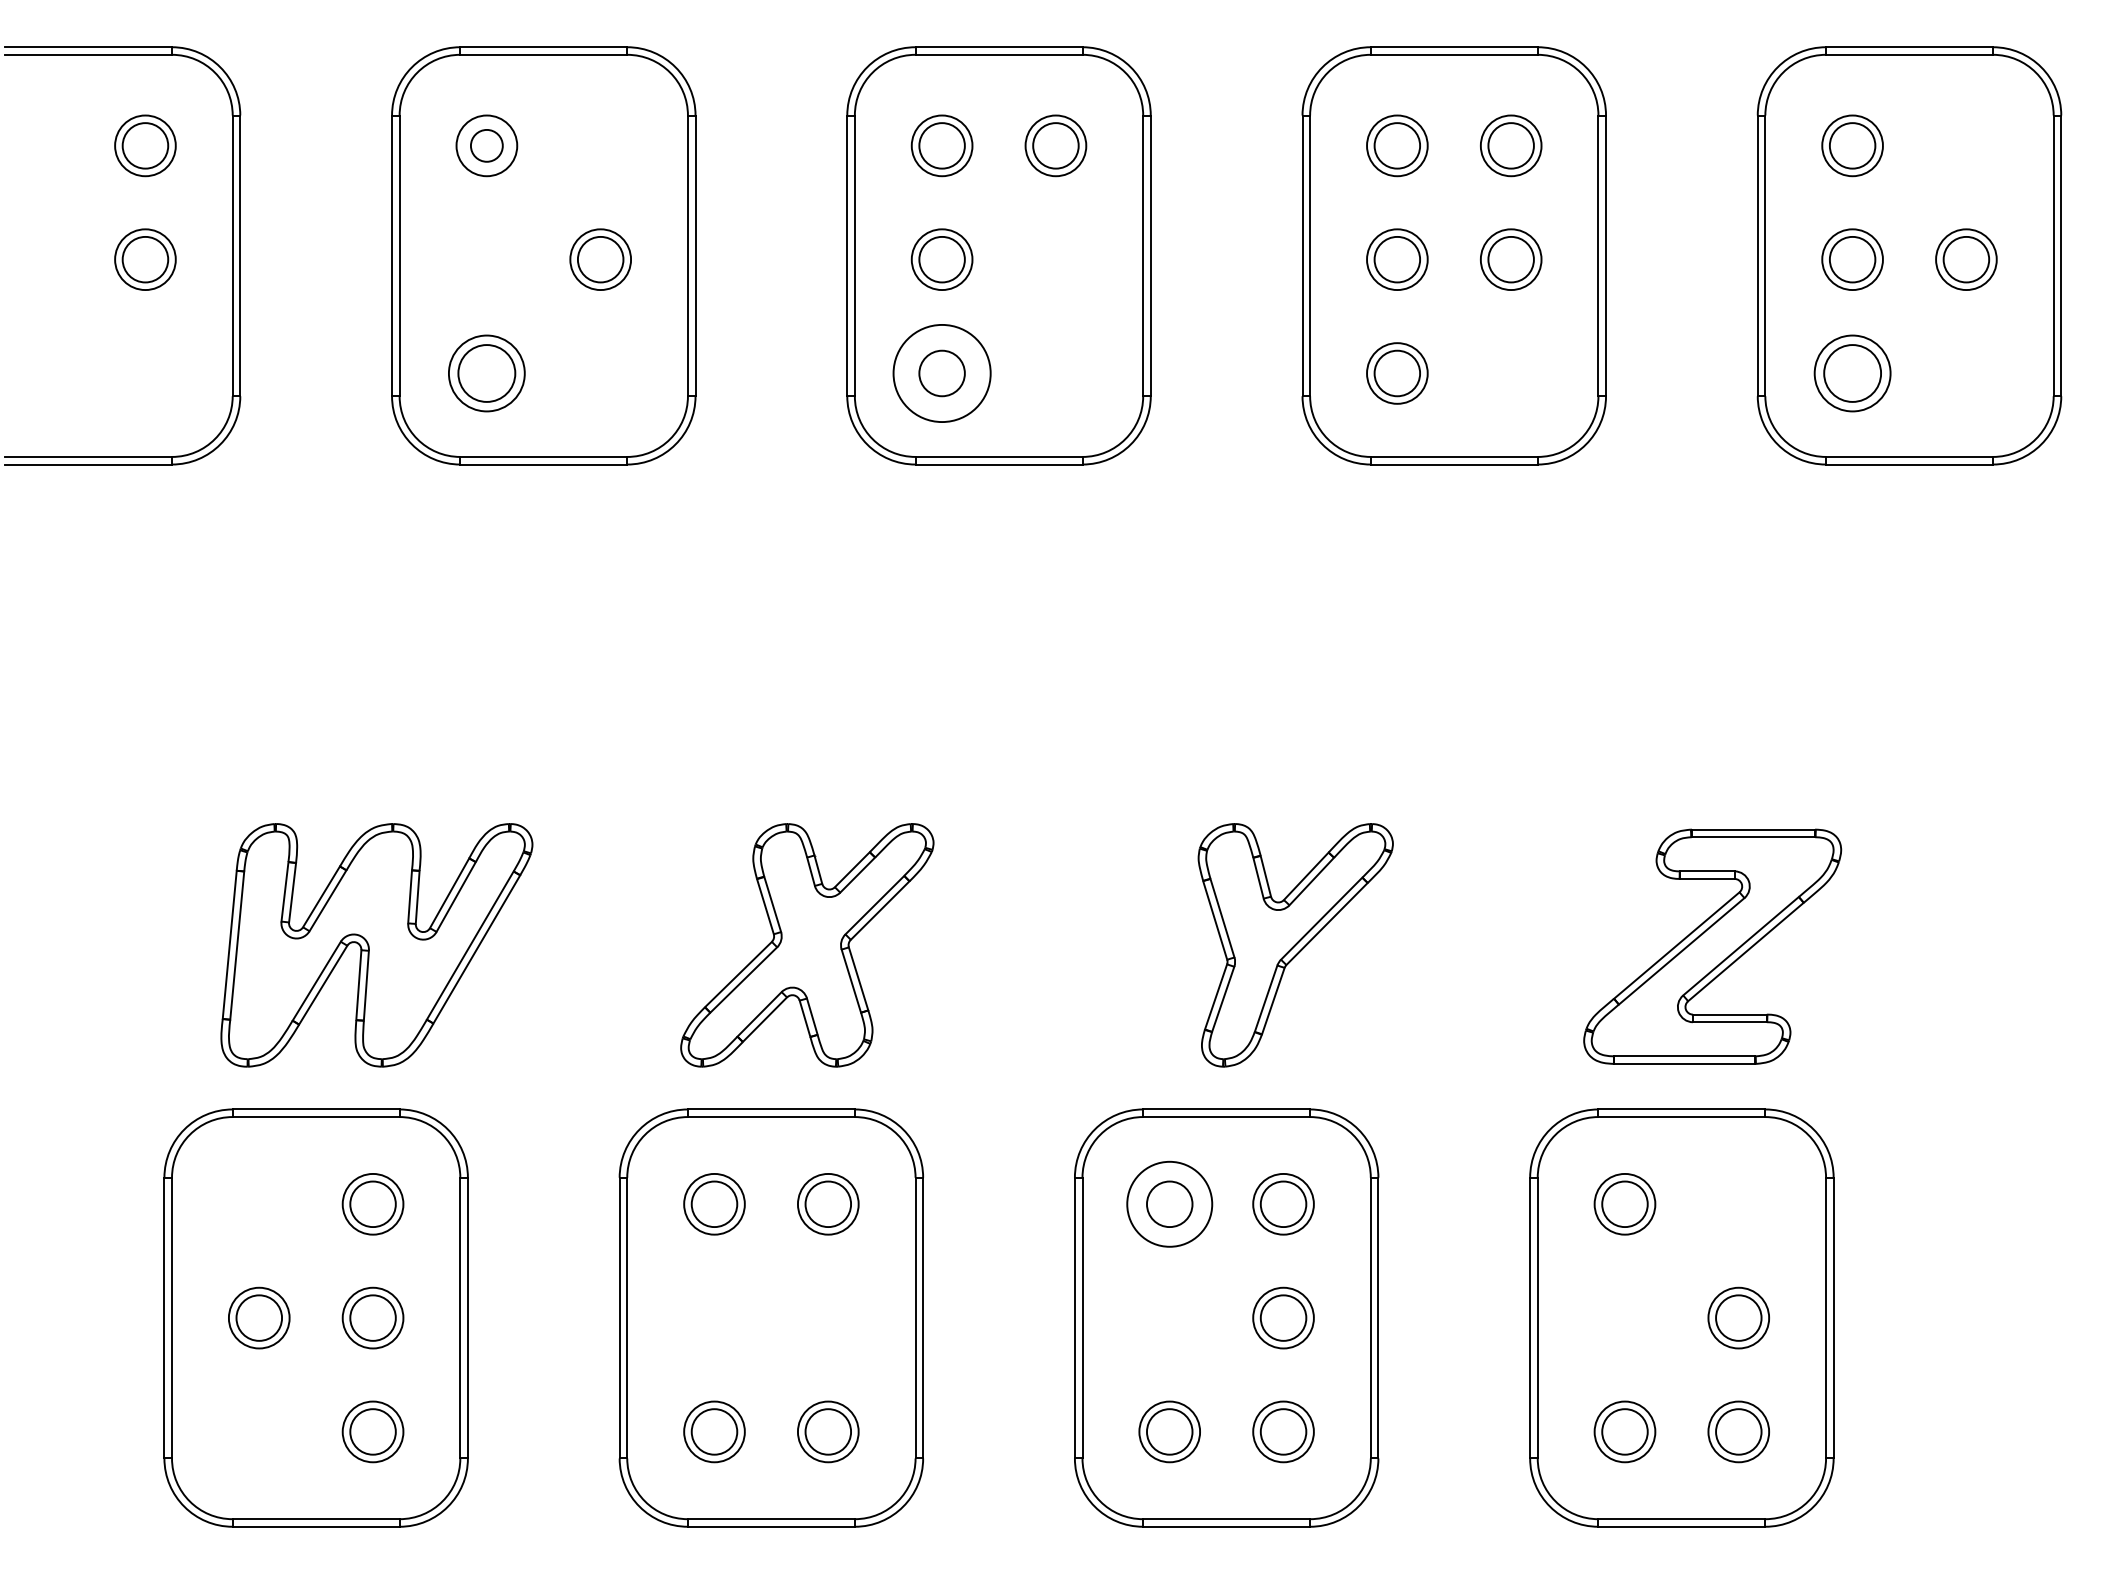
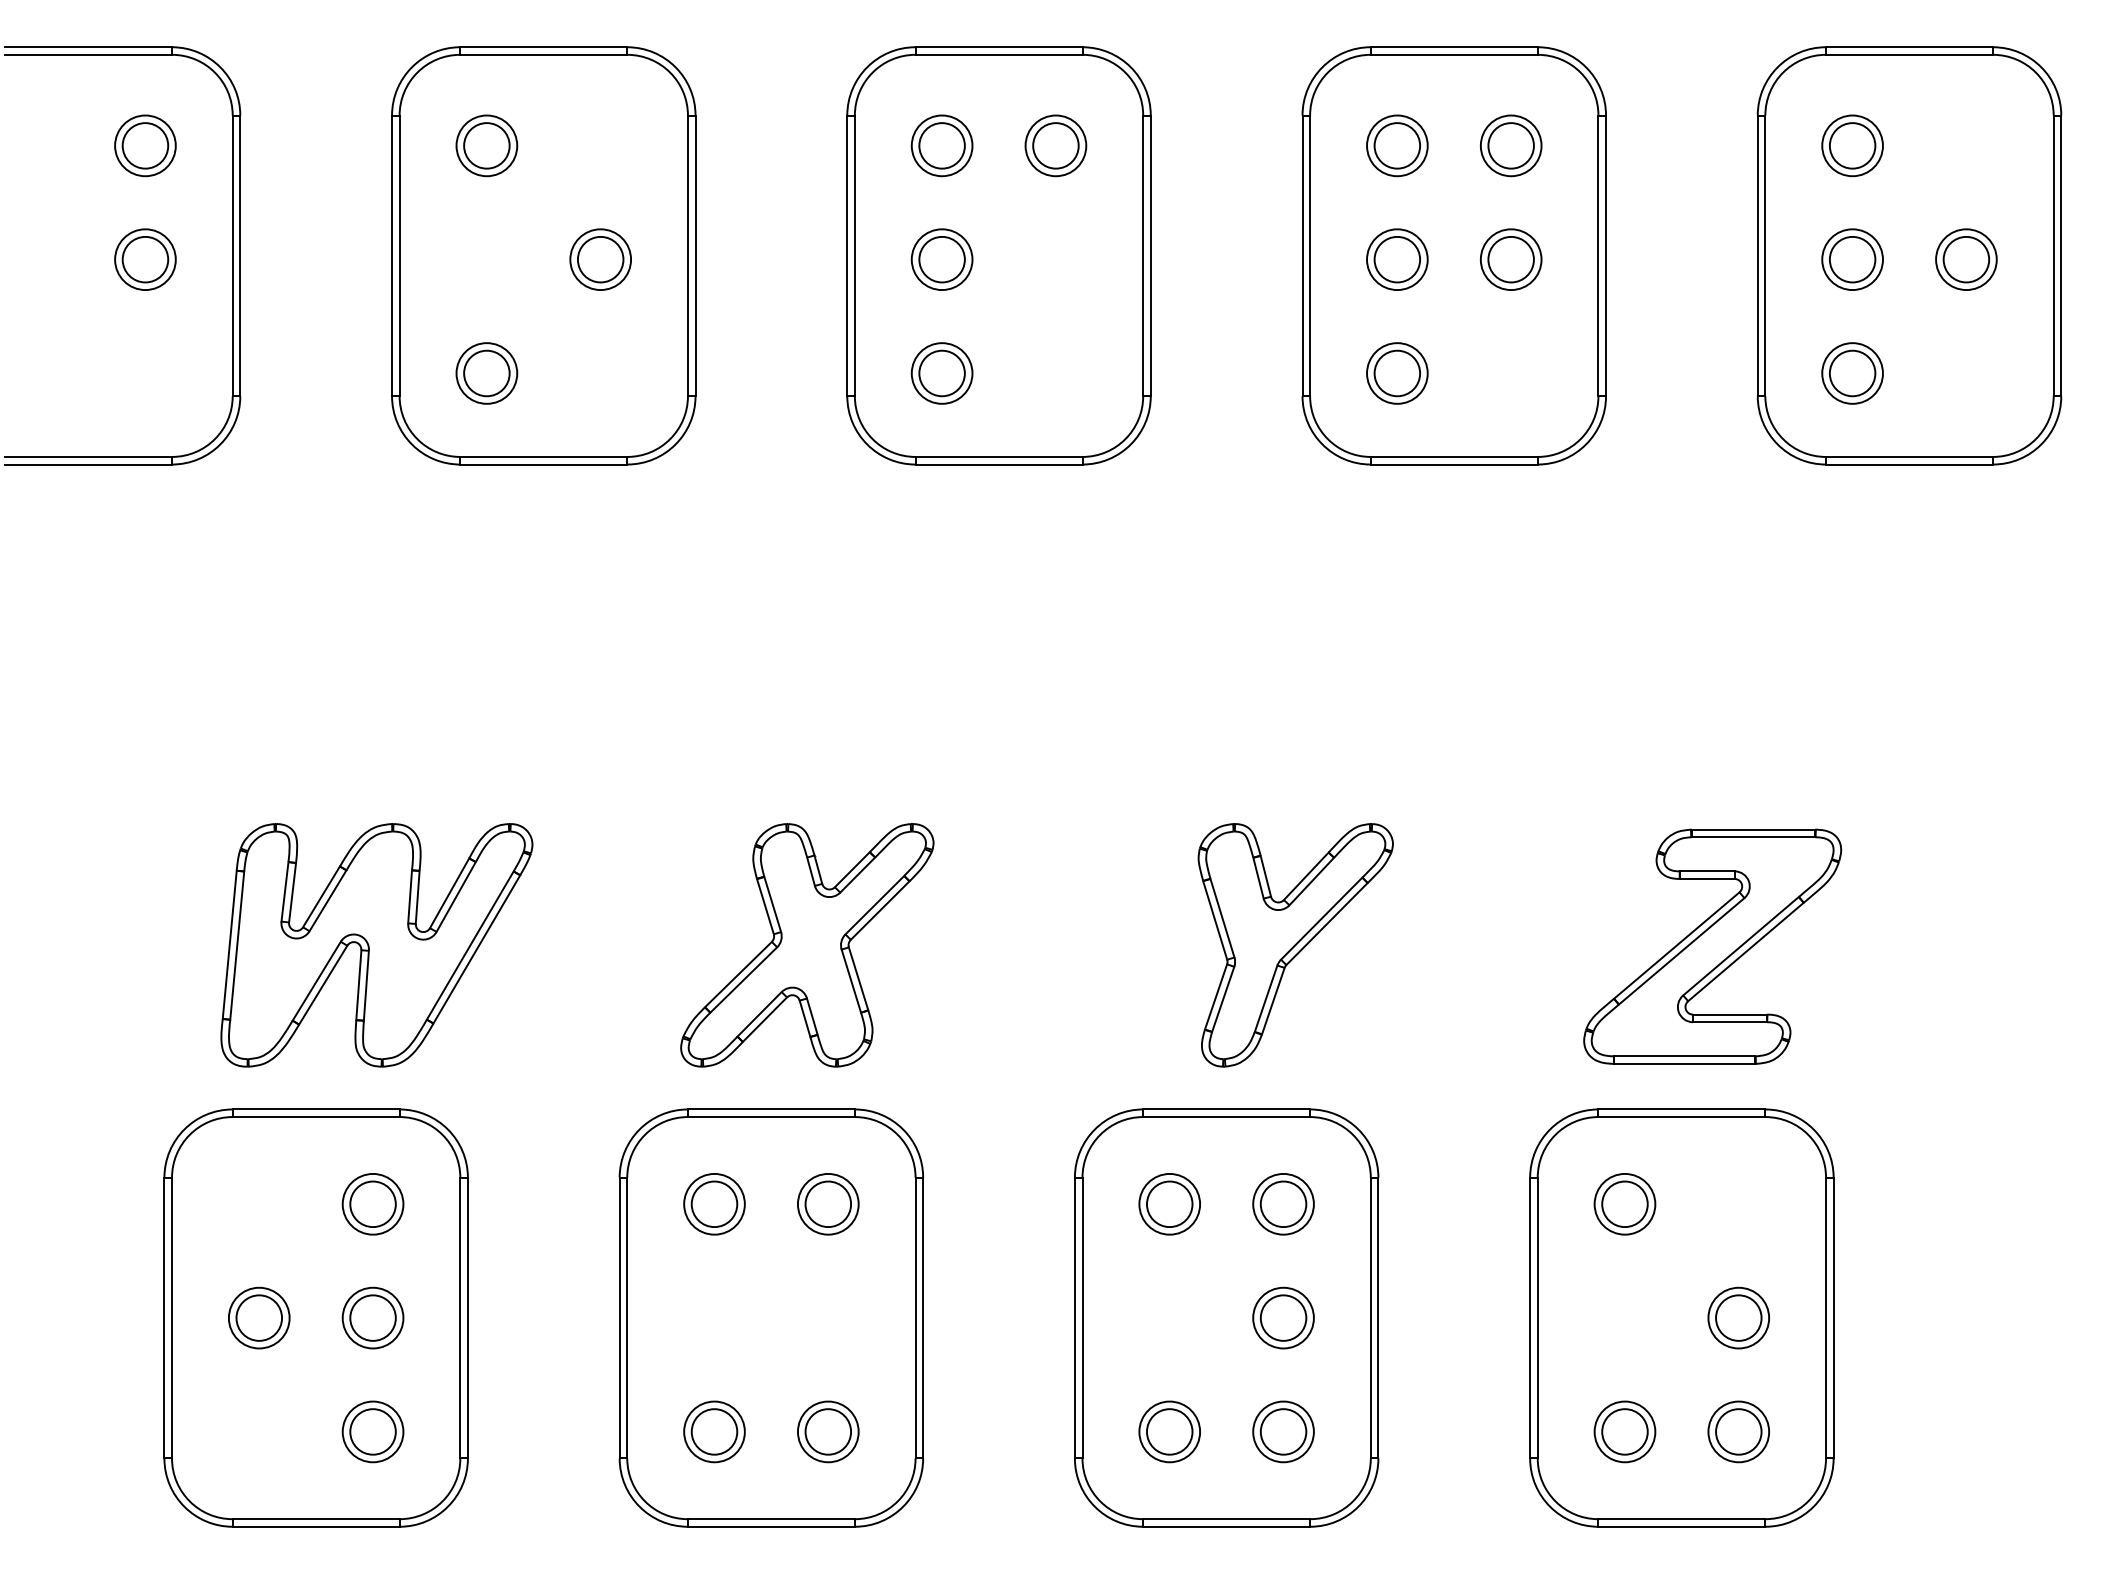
circle at (486, 145) diameter: 32 px -> 46 px
part at (486, 373) size: 78x79 px -> 64x63 px
circle at (941, 373) diameter: 97 px -> 61 px
part at (1852, 373) size: 79x79 px -> 63x63 px
circle at (1169, 1203) diameter: 85 px -> 61 px
